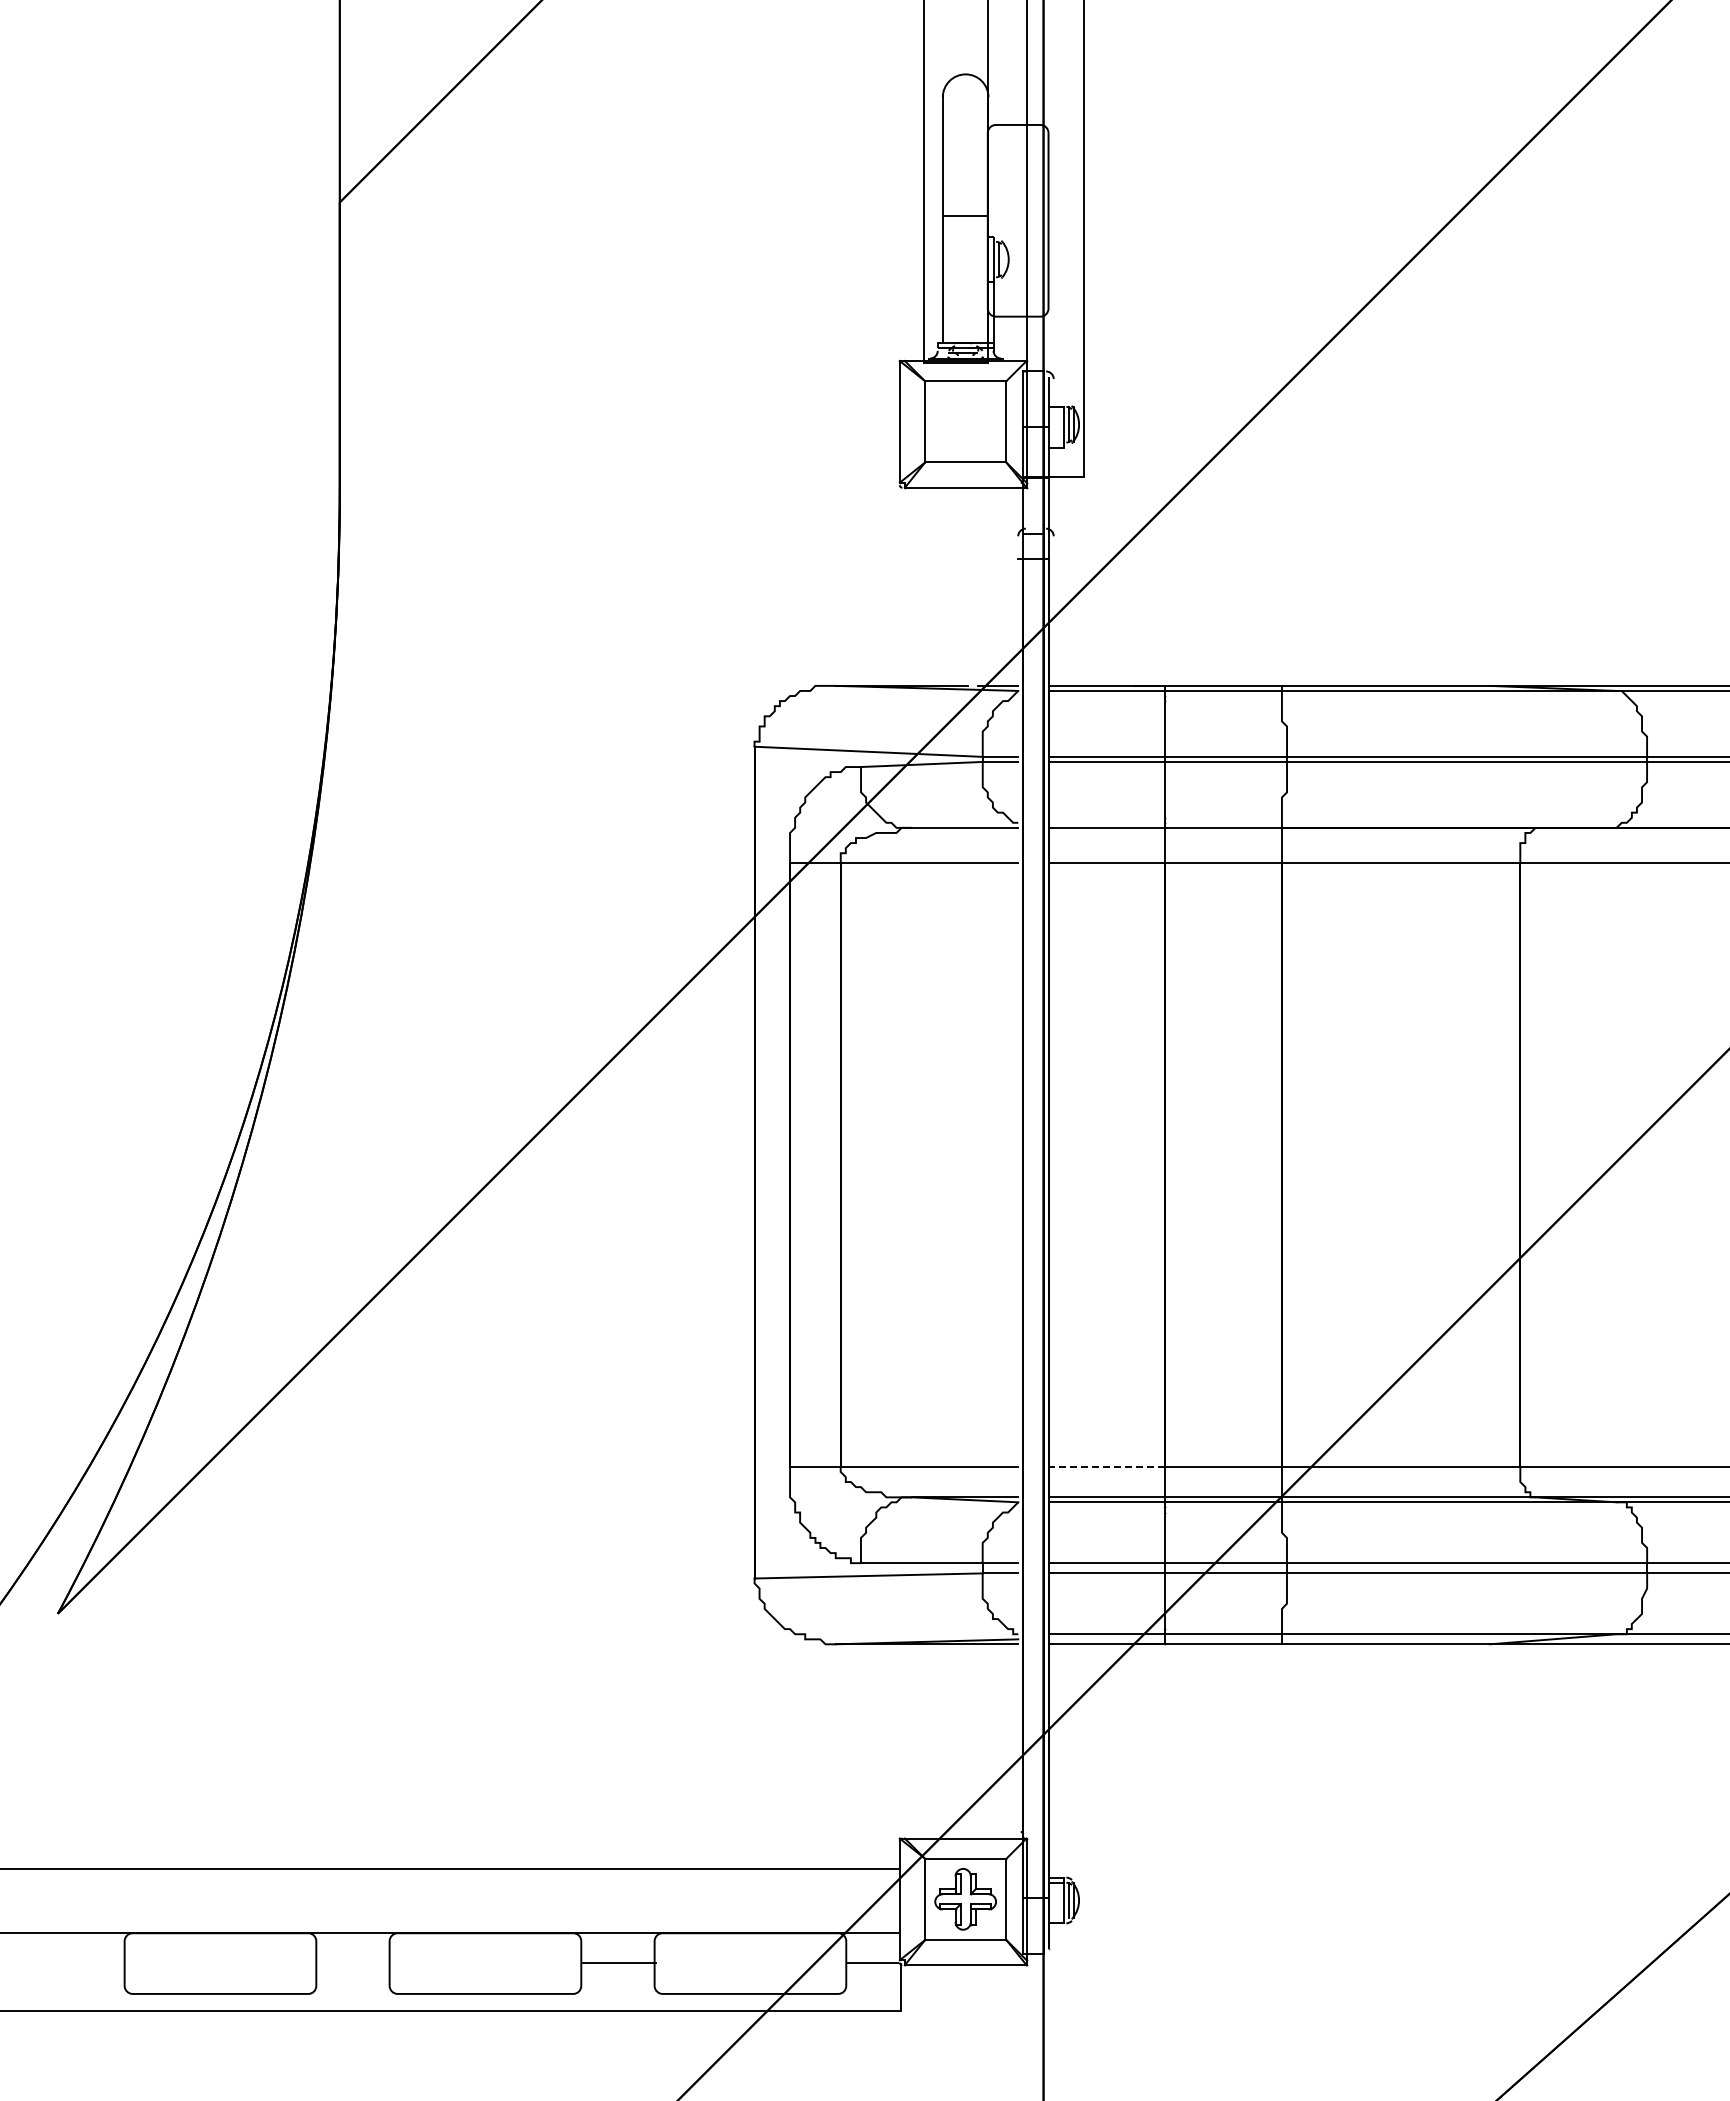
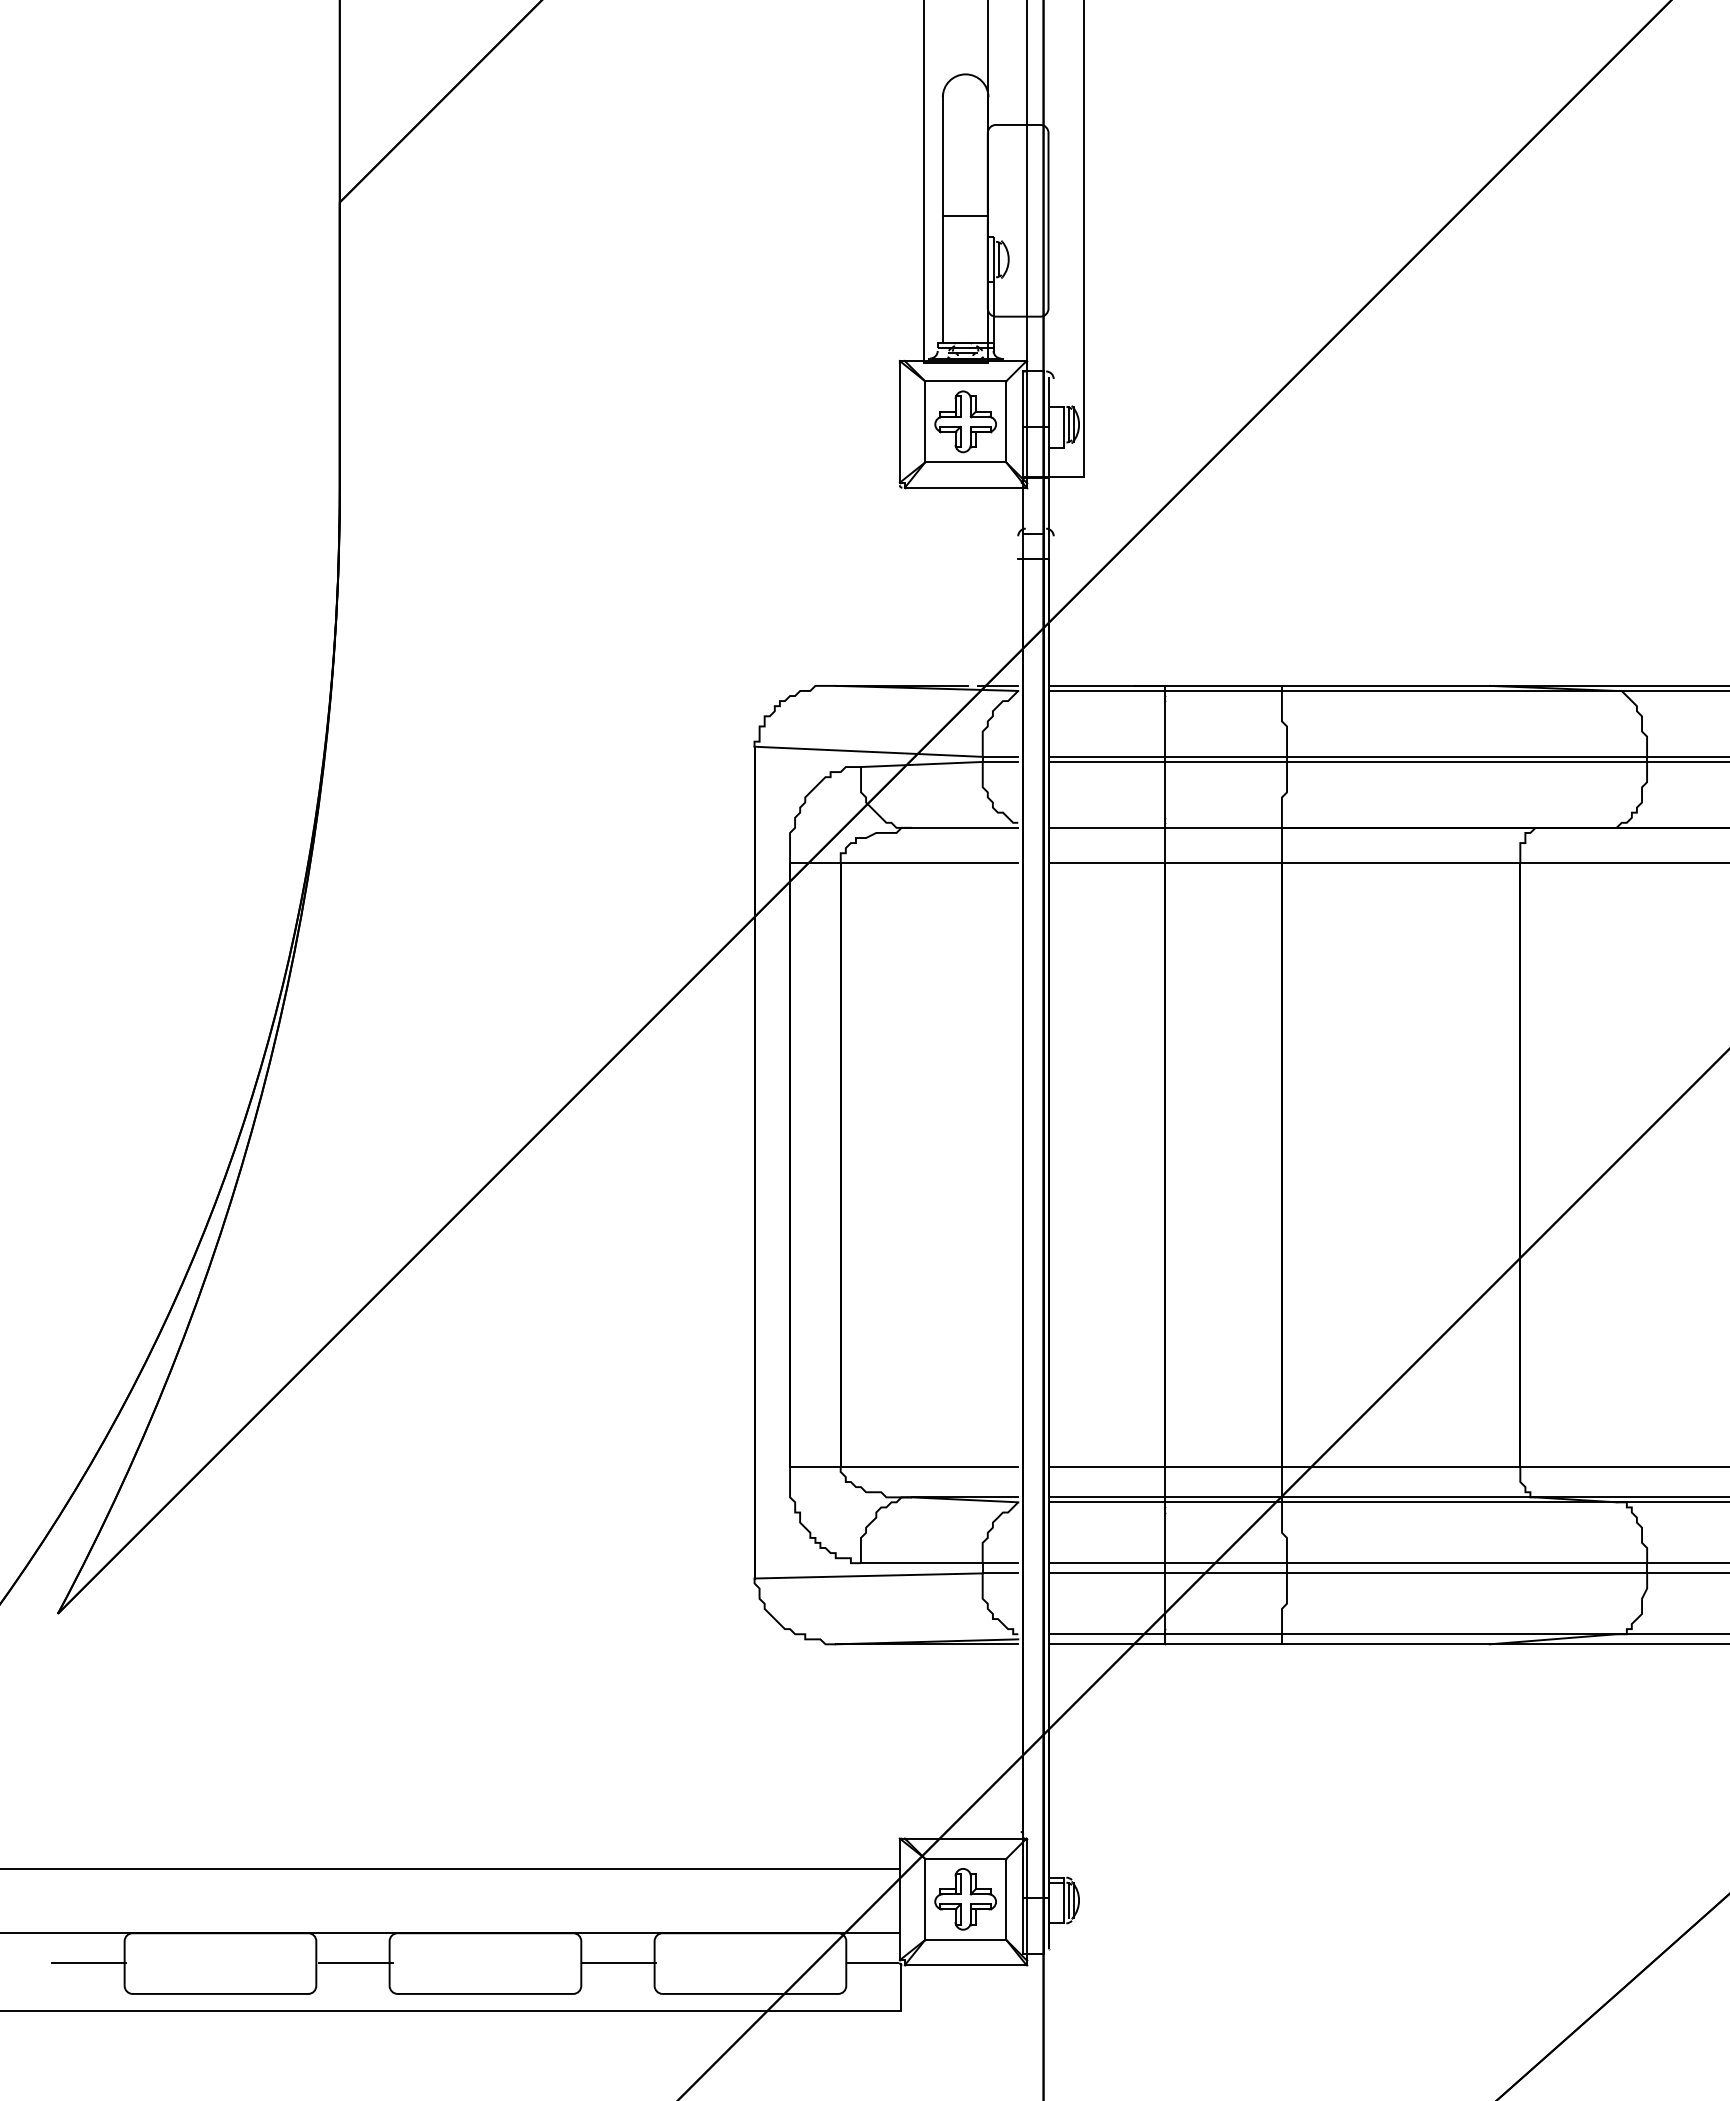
part at (965, 421): none -> present
line at (1106, 1466): dashed -> solid
line at (88, 1962): none -> present
line at (355, 1962): none -> present
